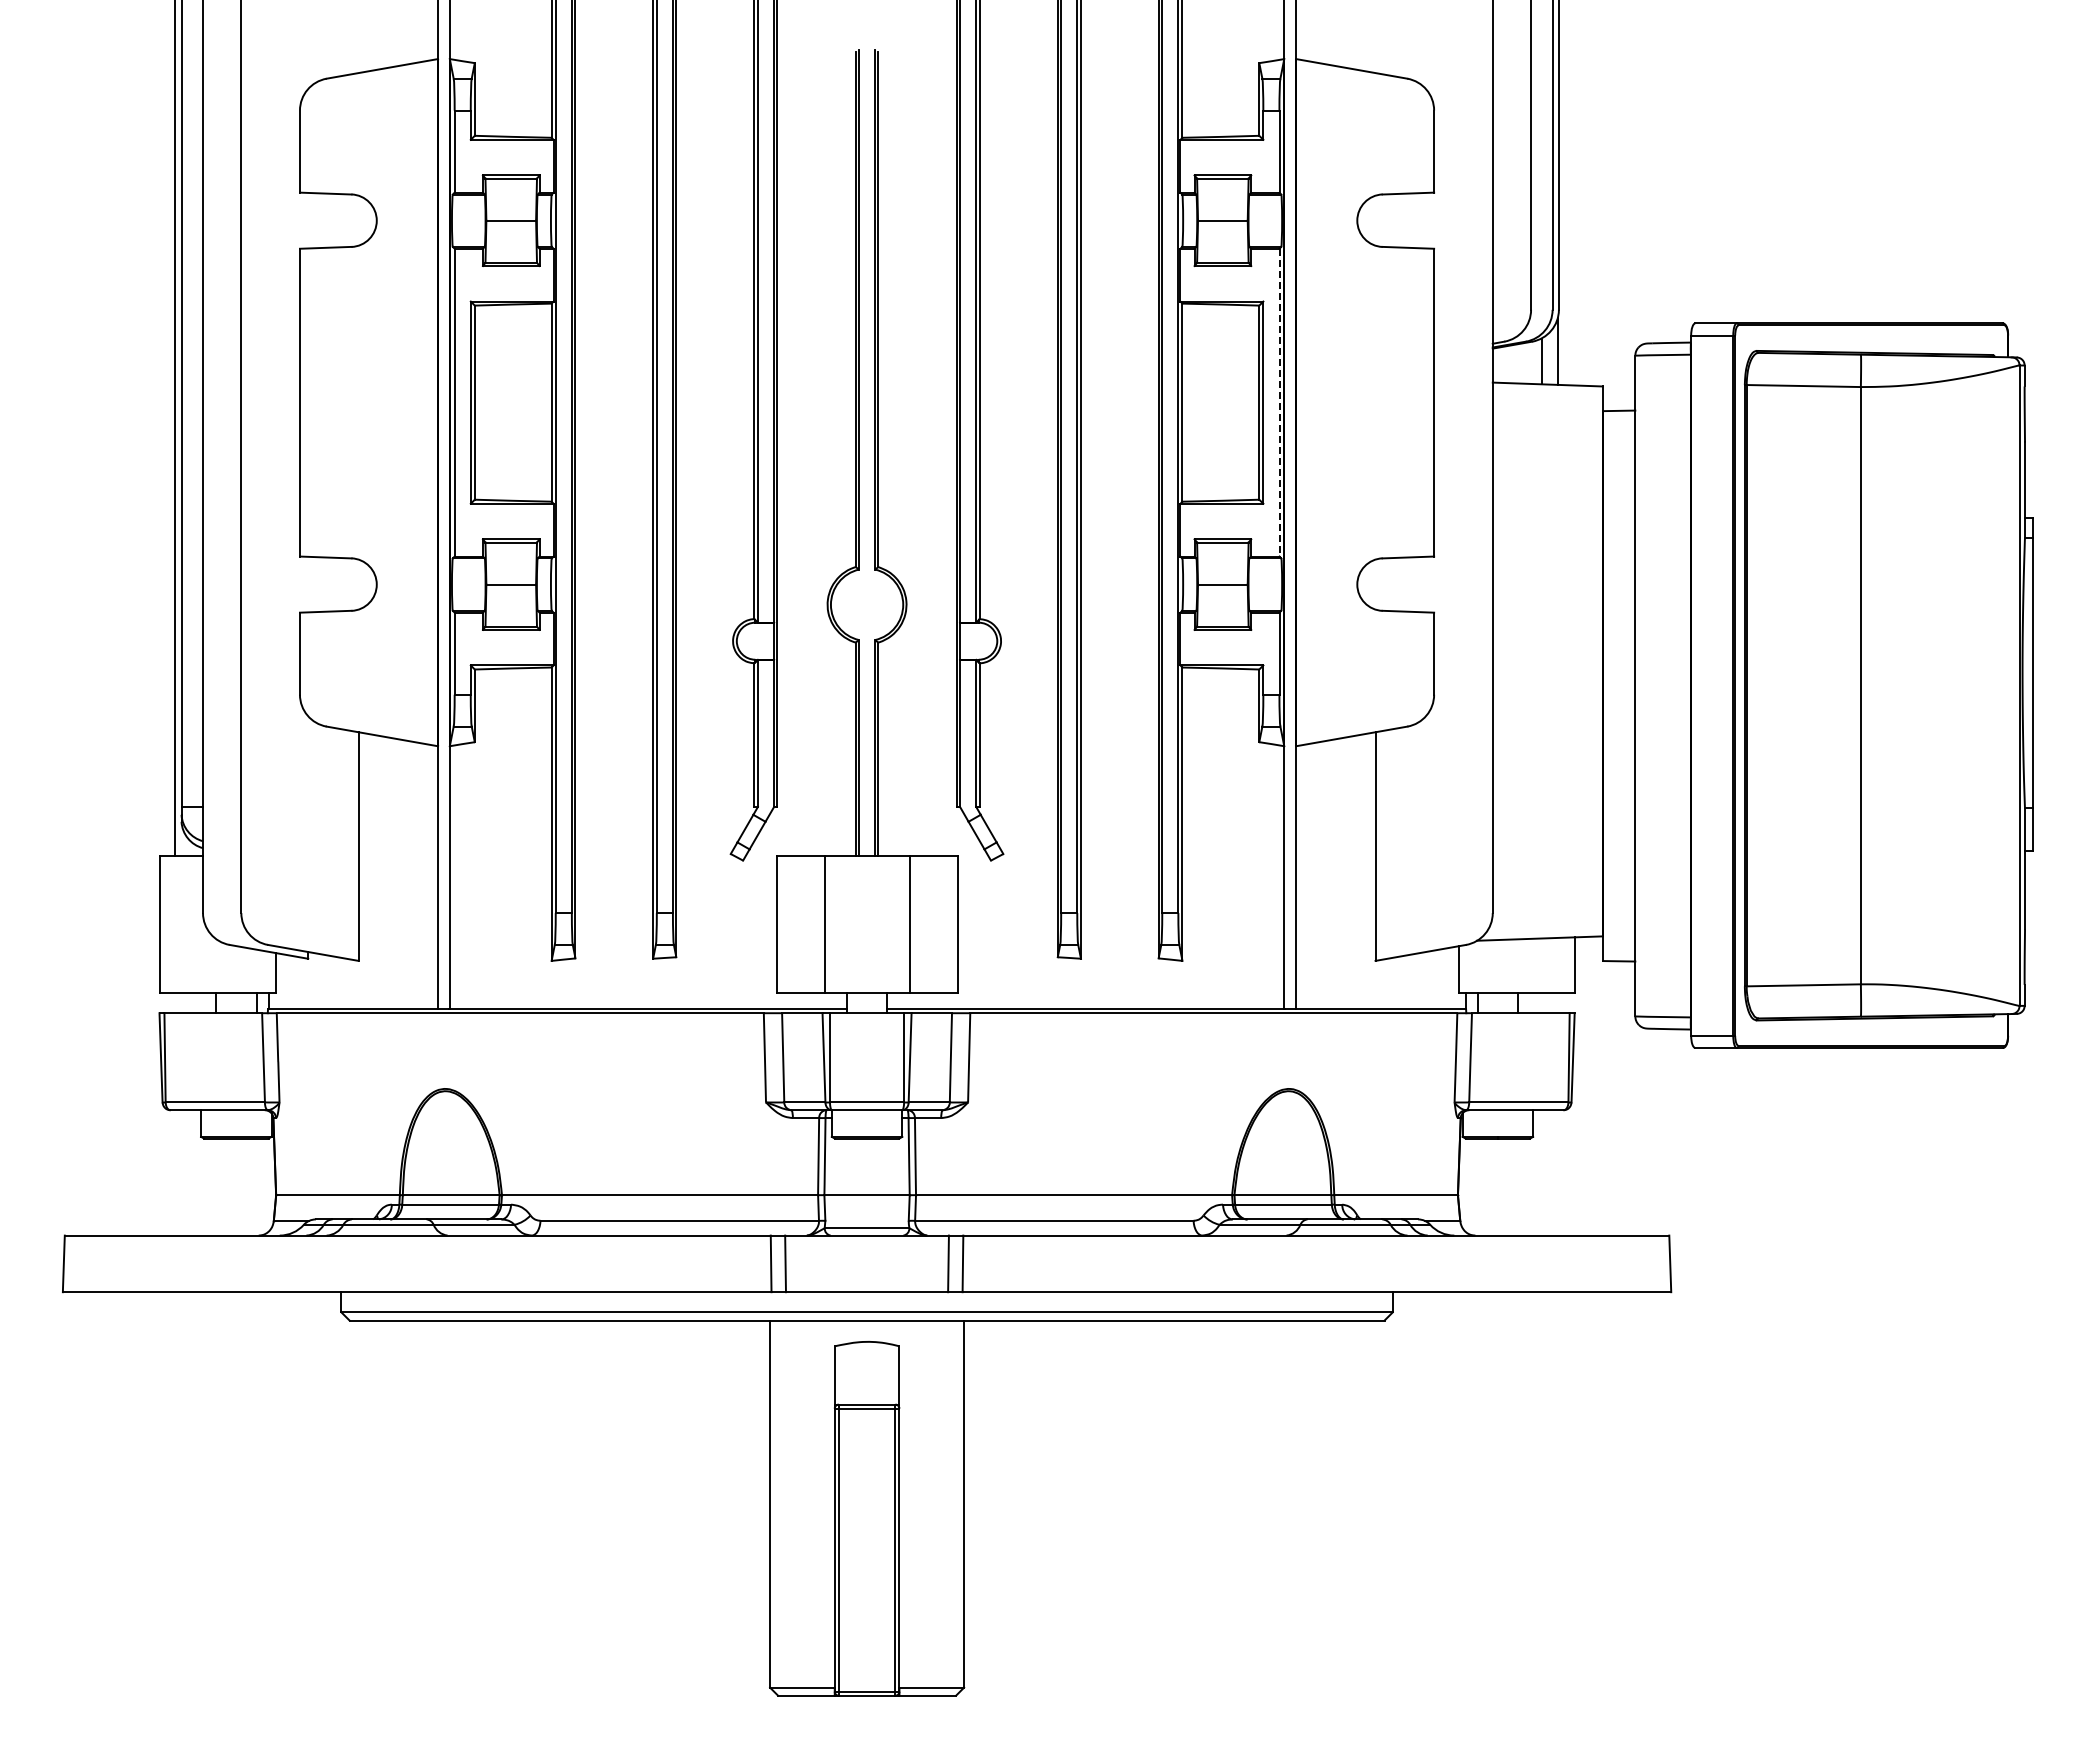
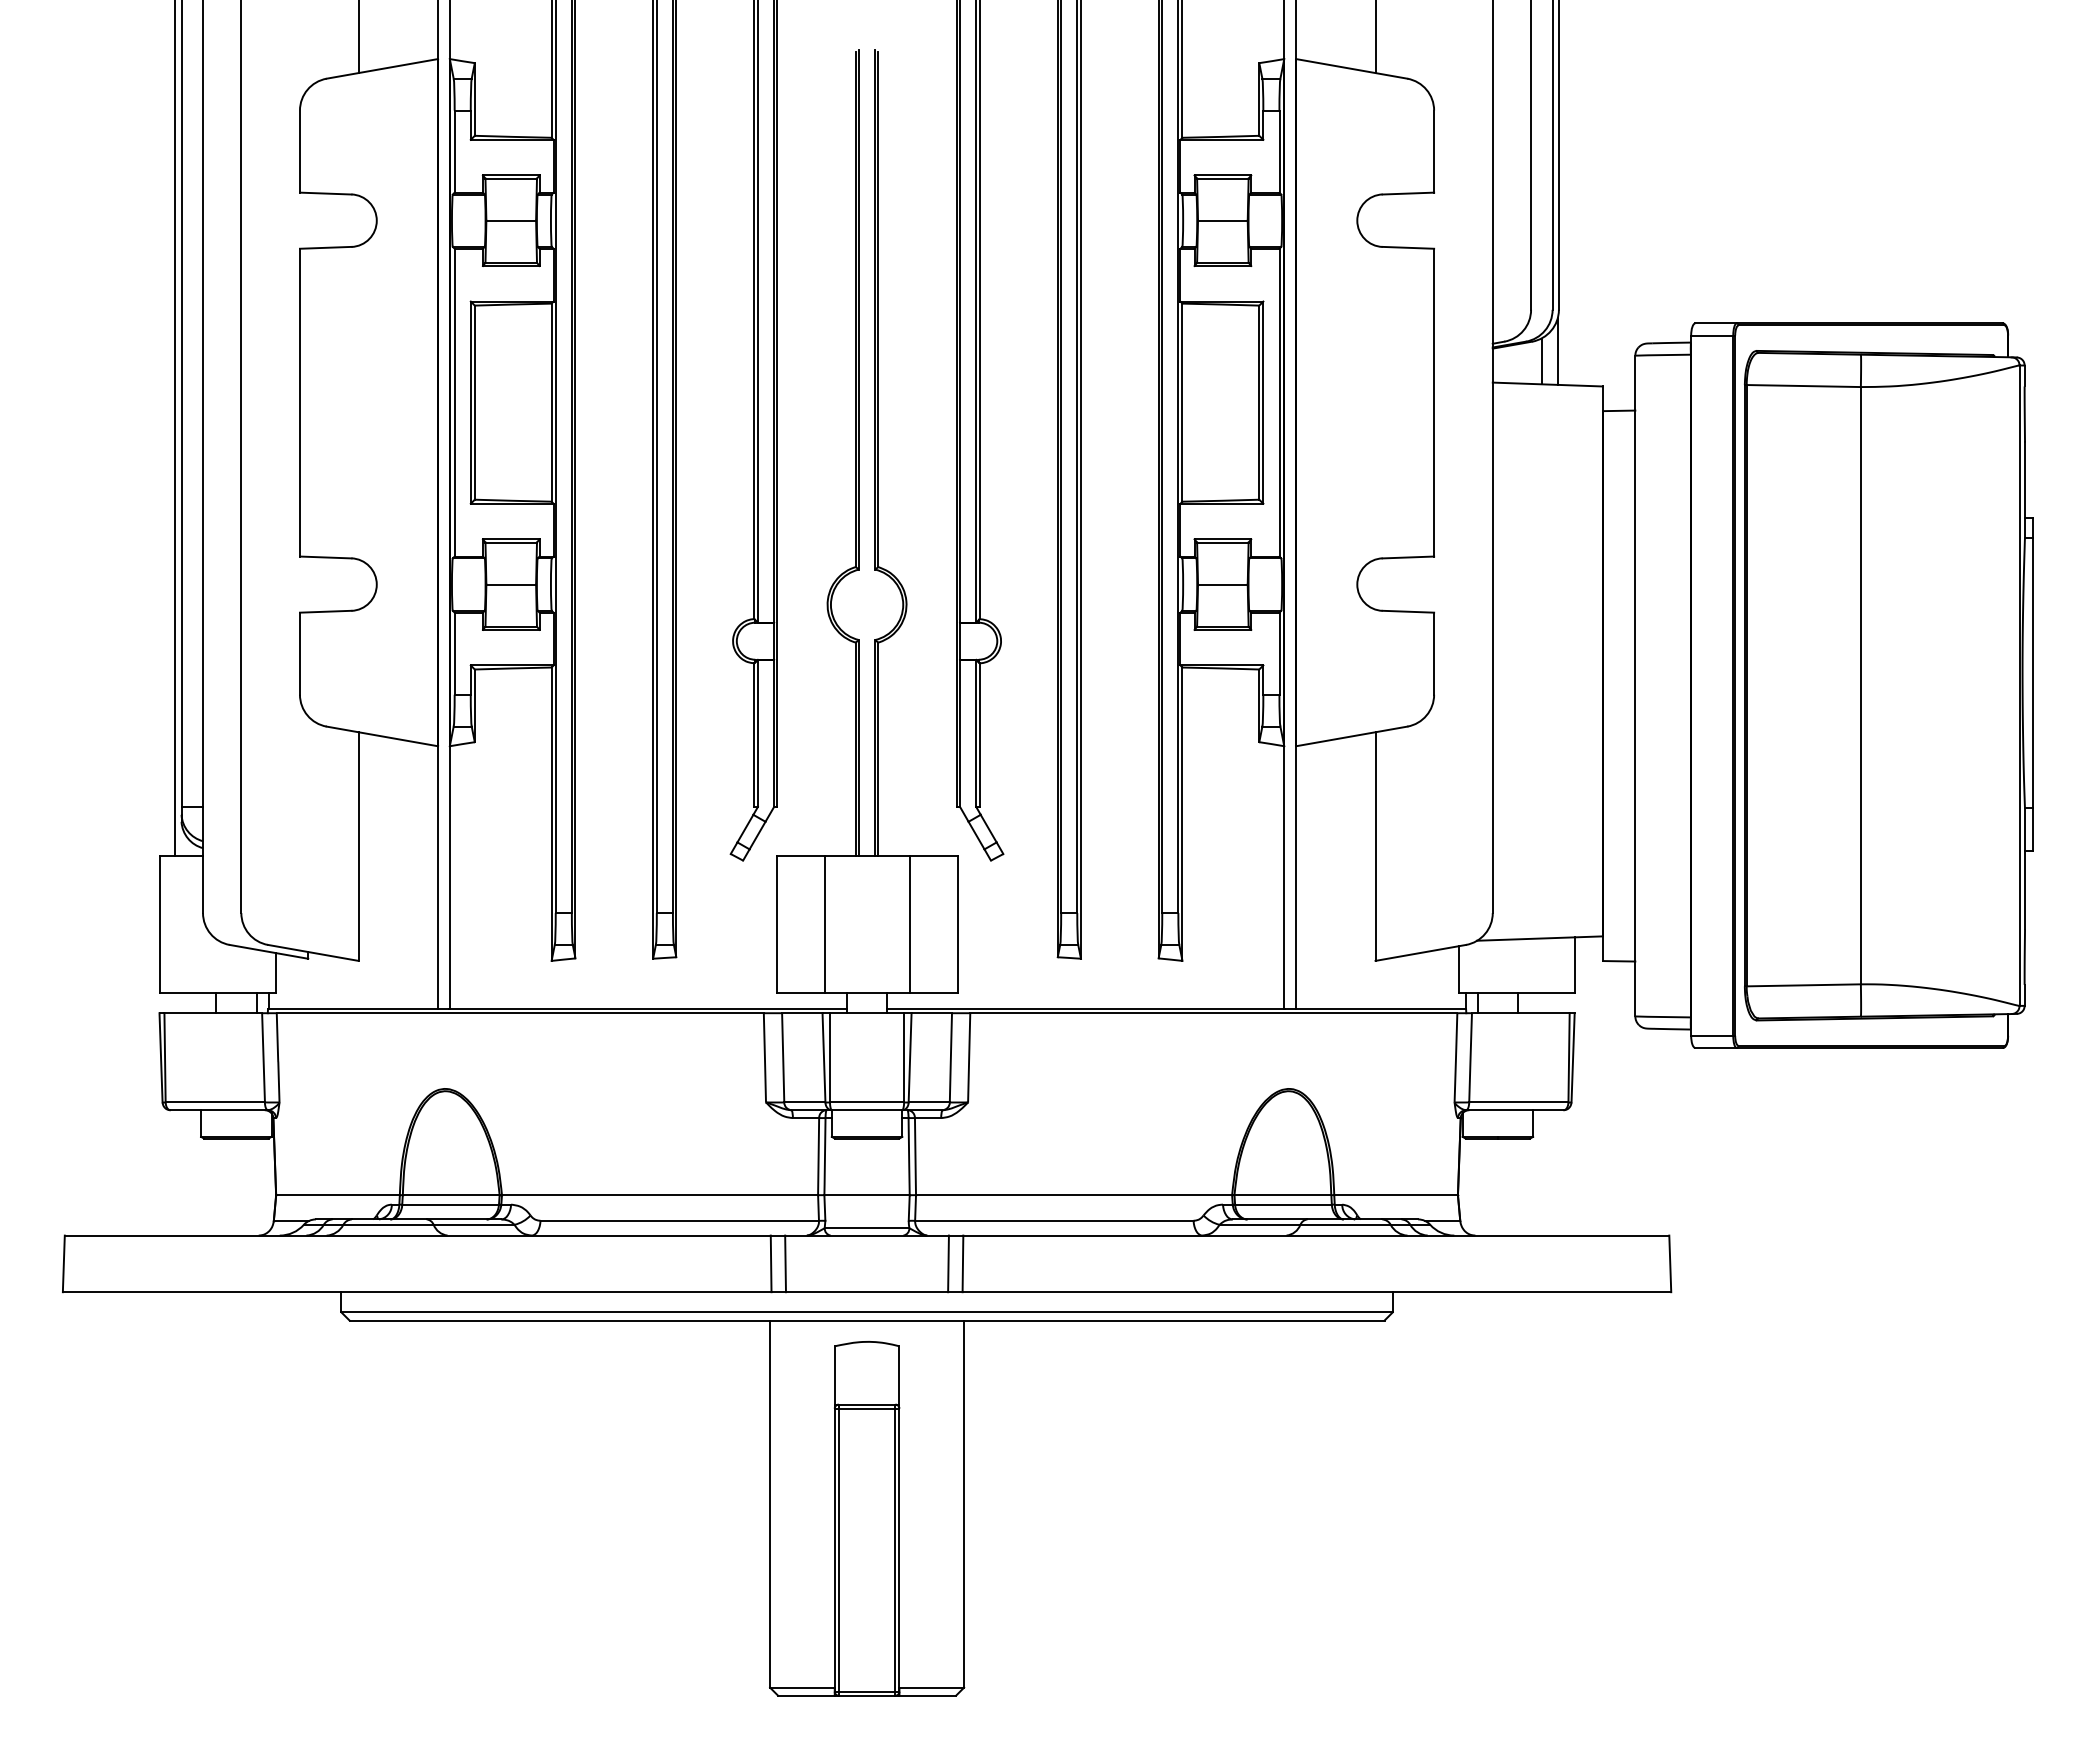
line at (358, 37): none -> present
line at (1375, 37): none -> present
line at (1279, 402): dashed -> solid
